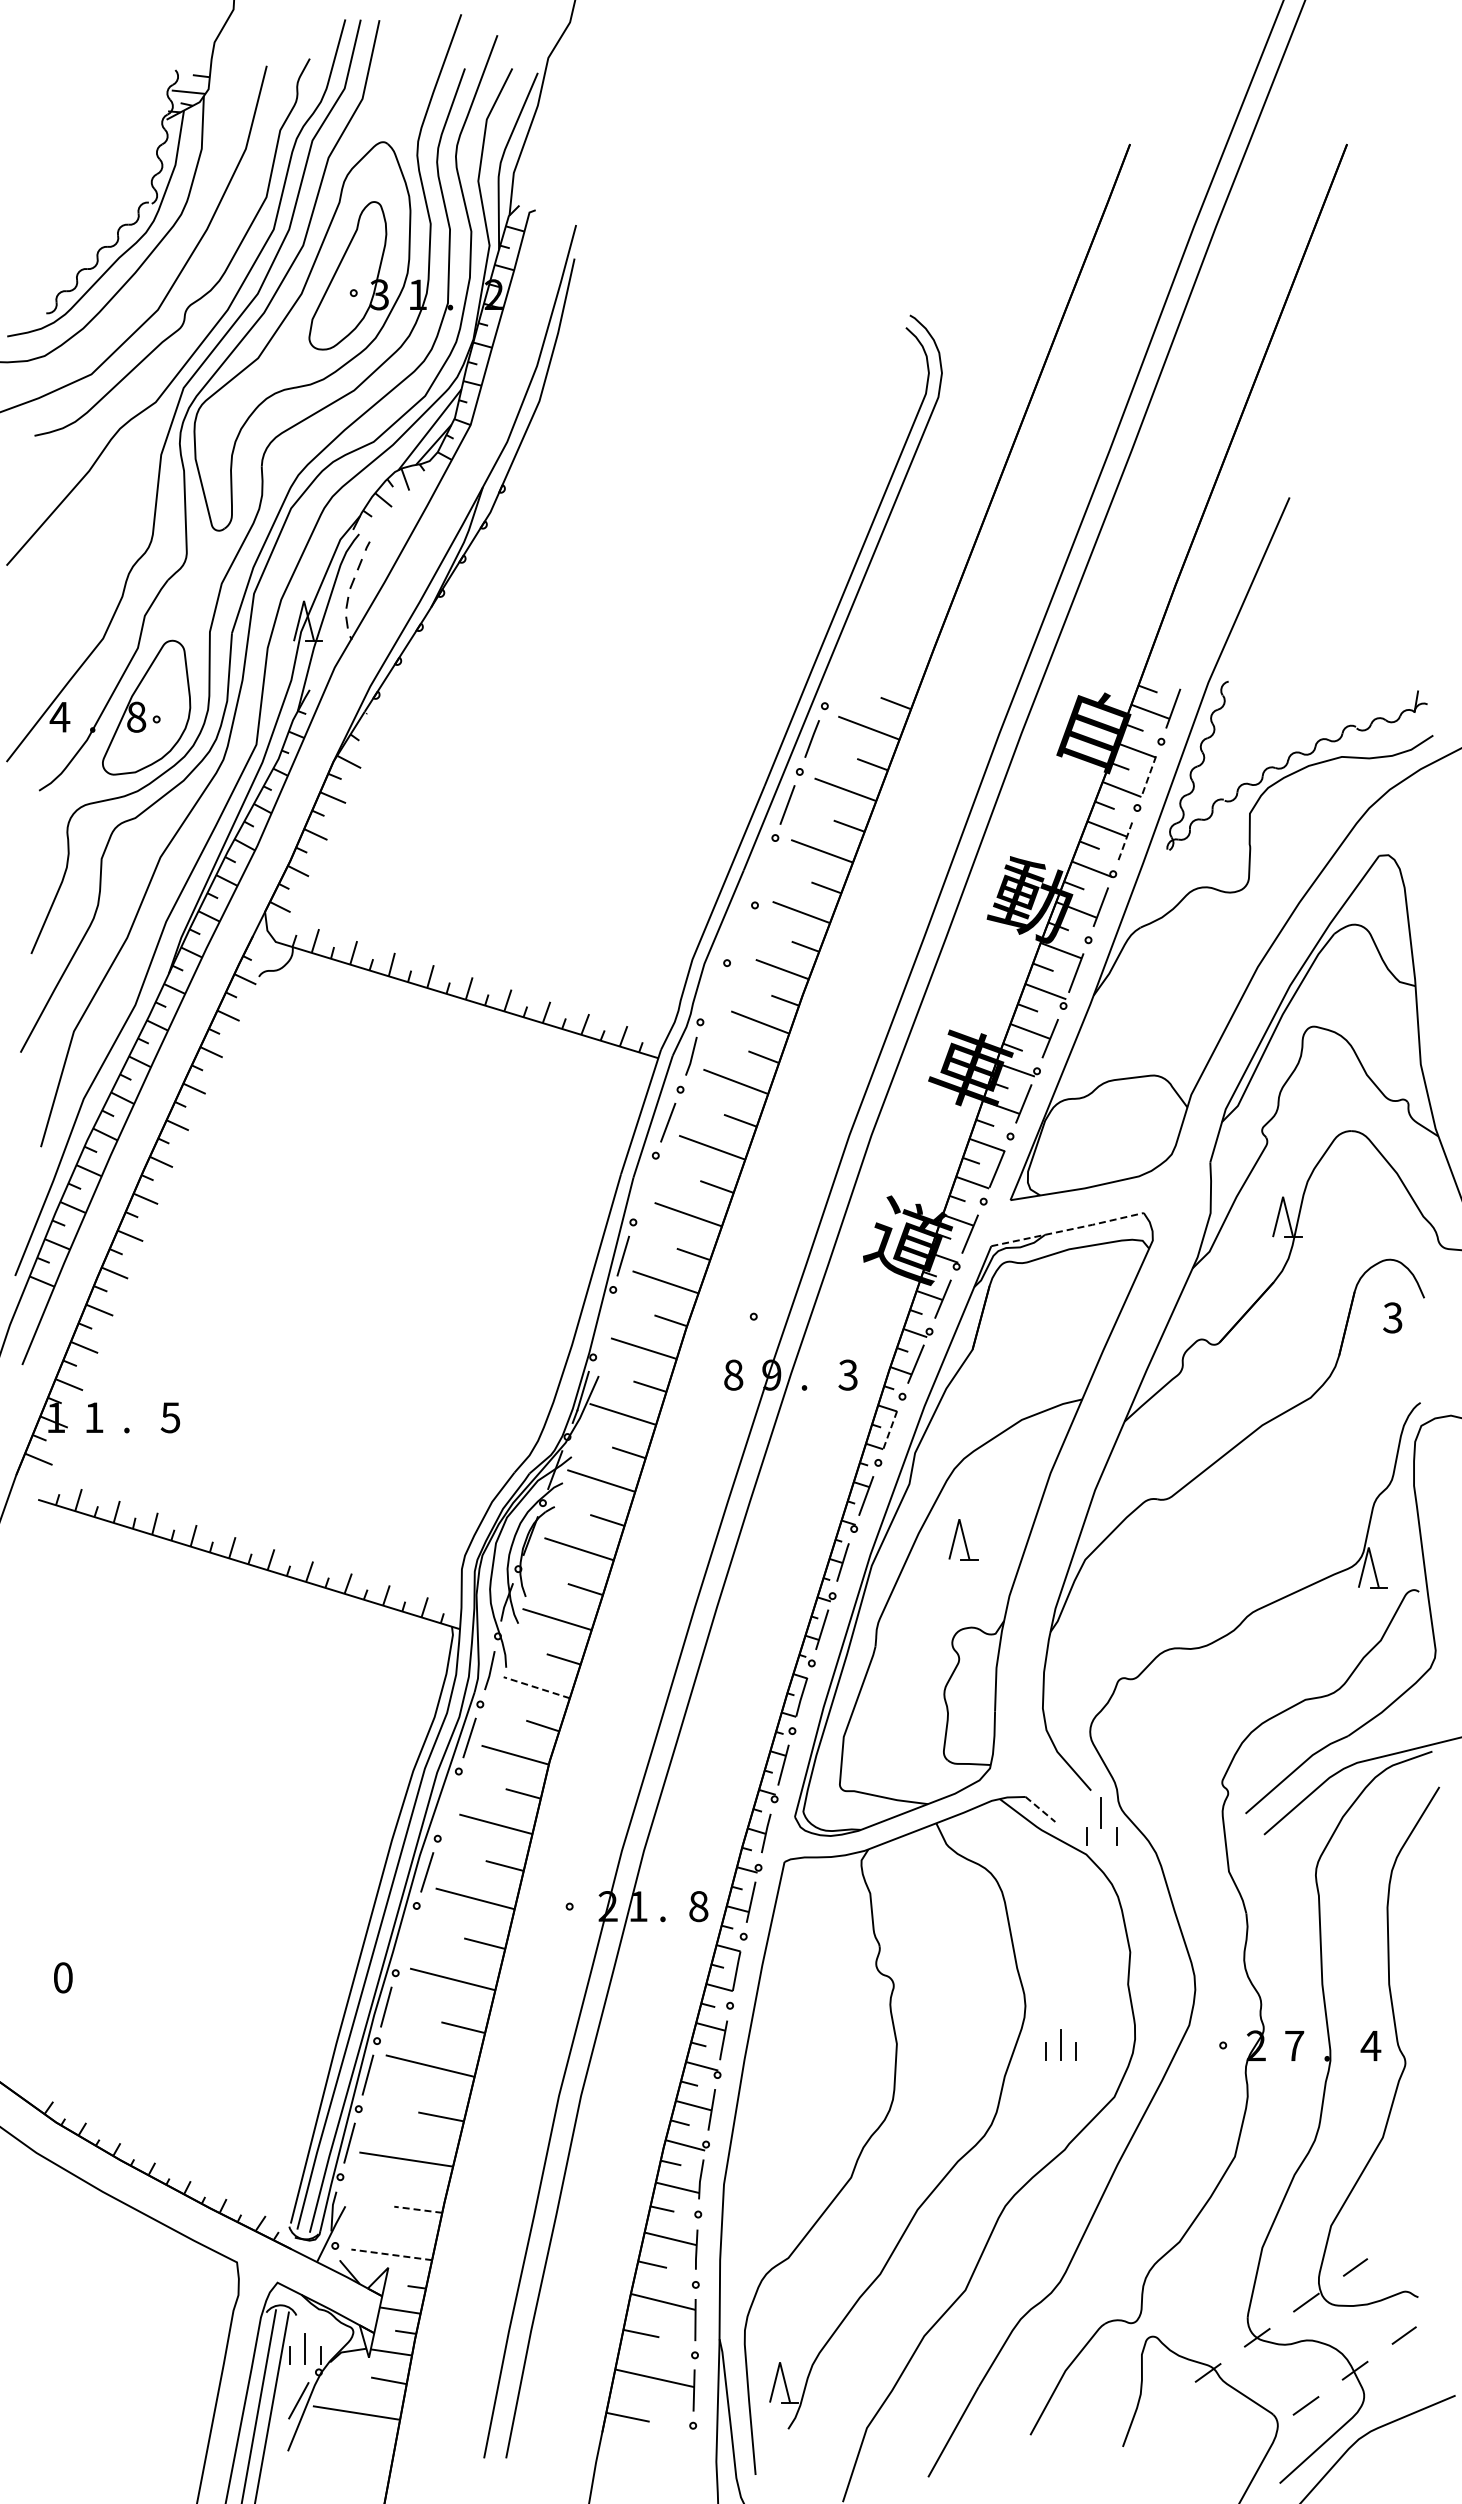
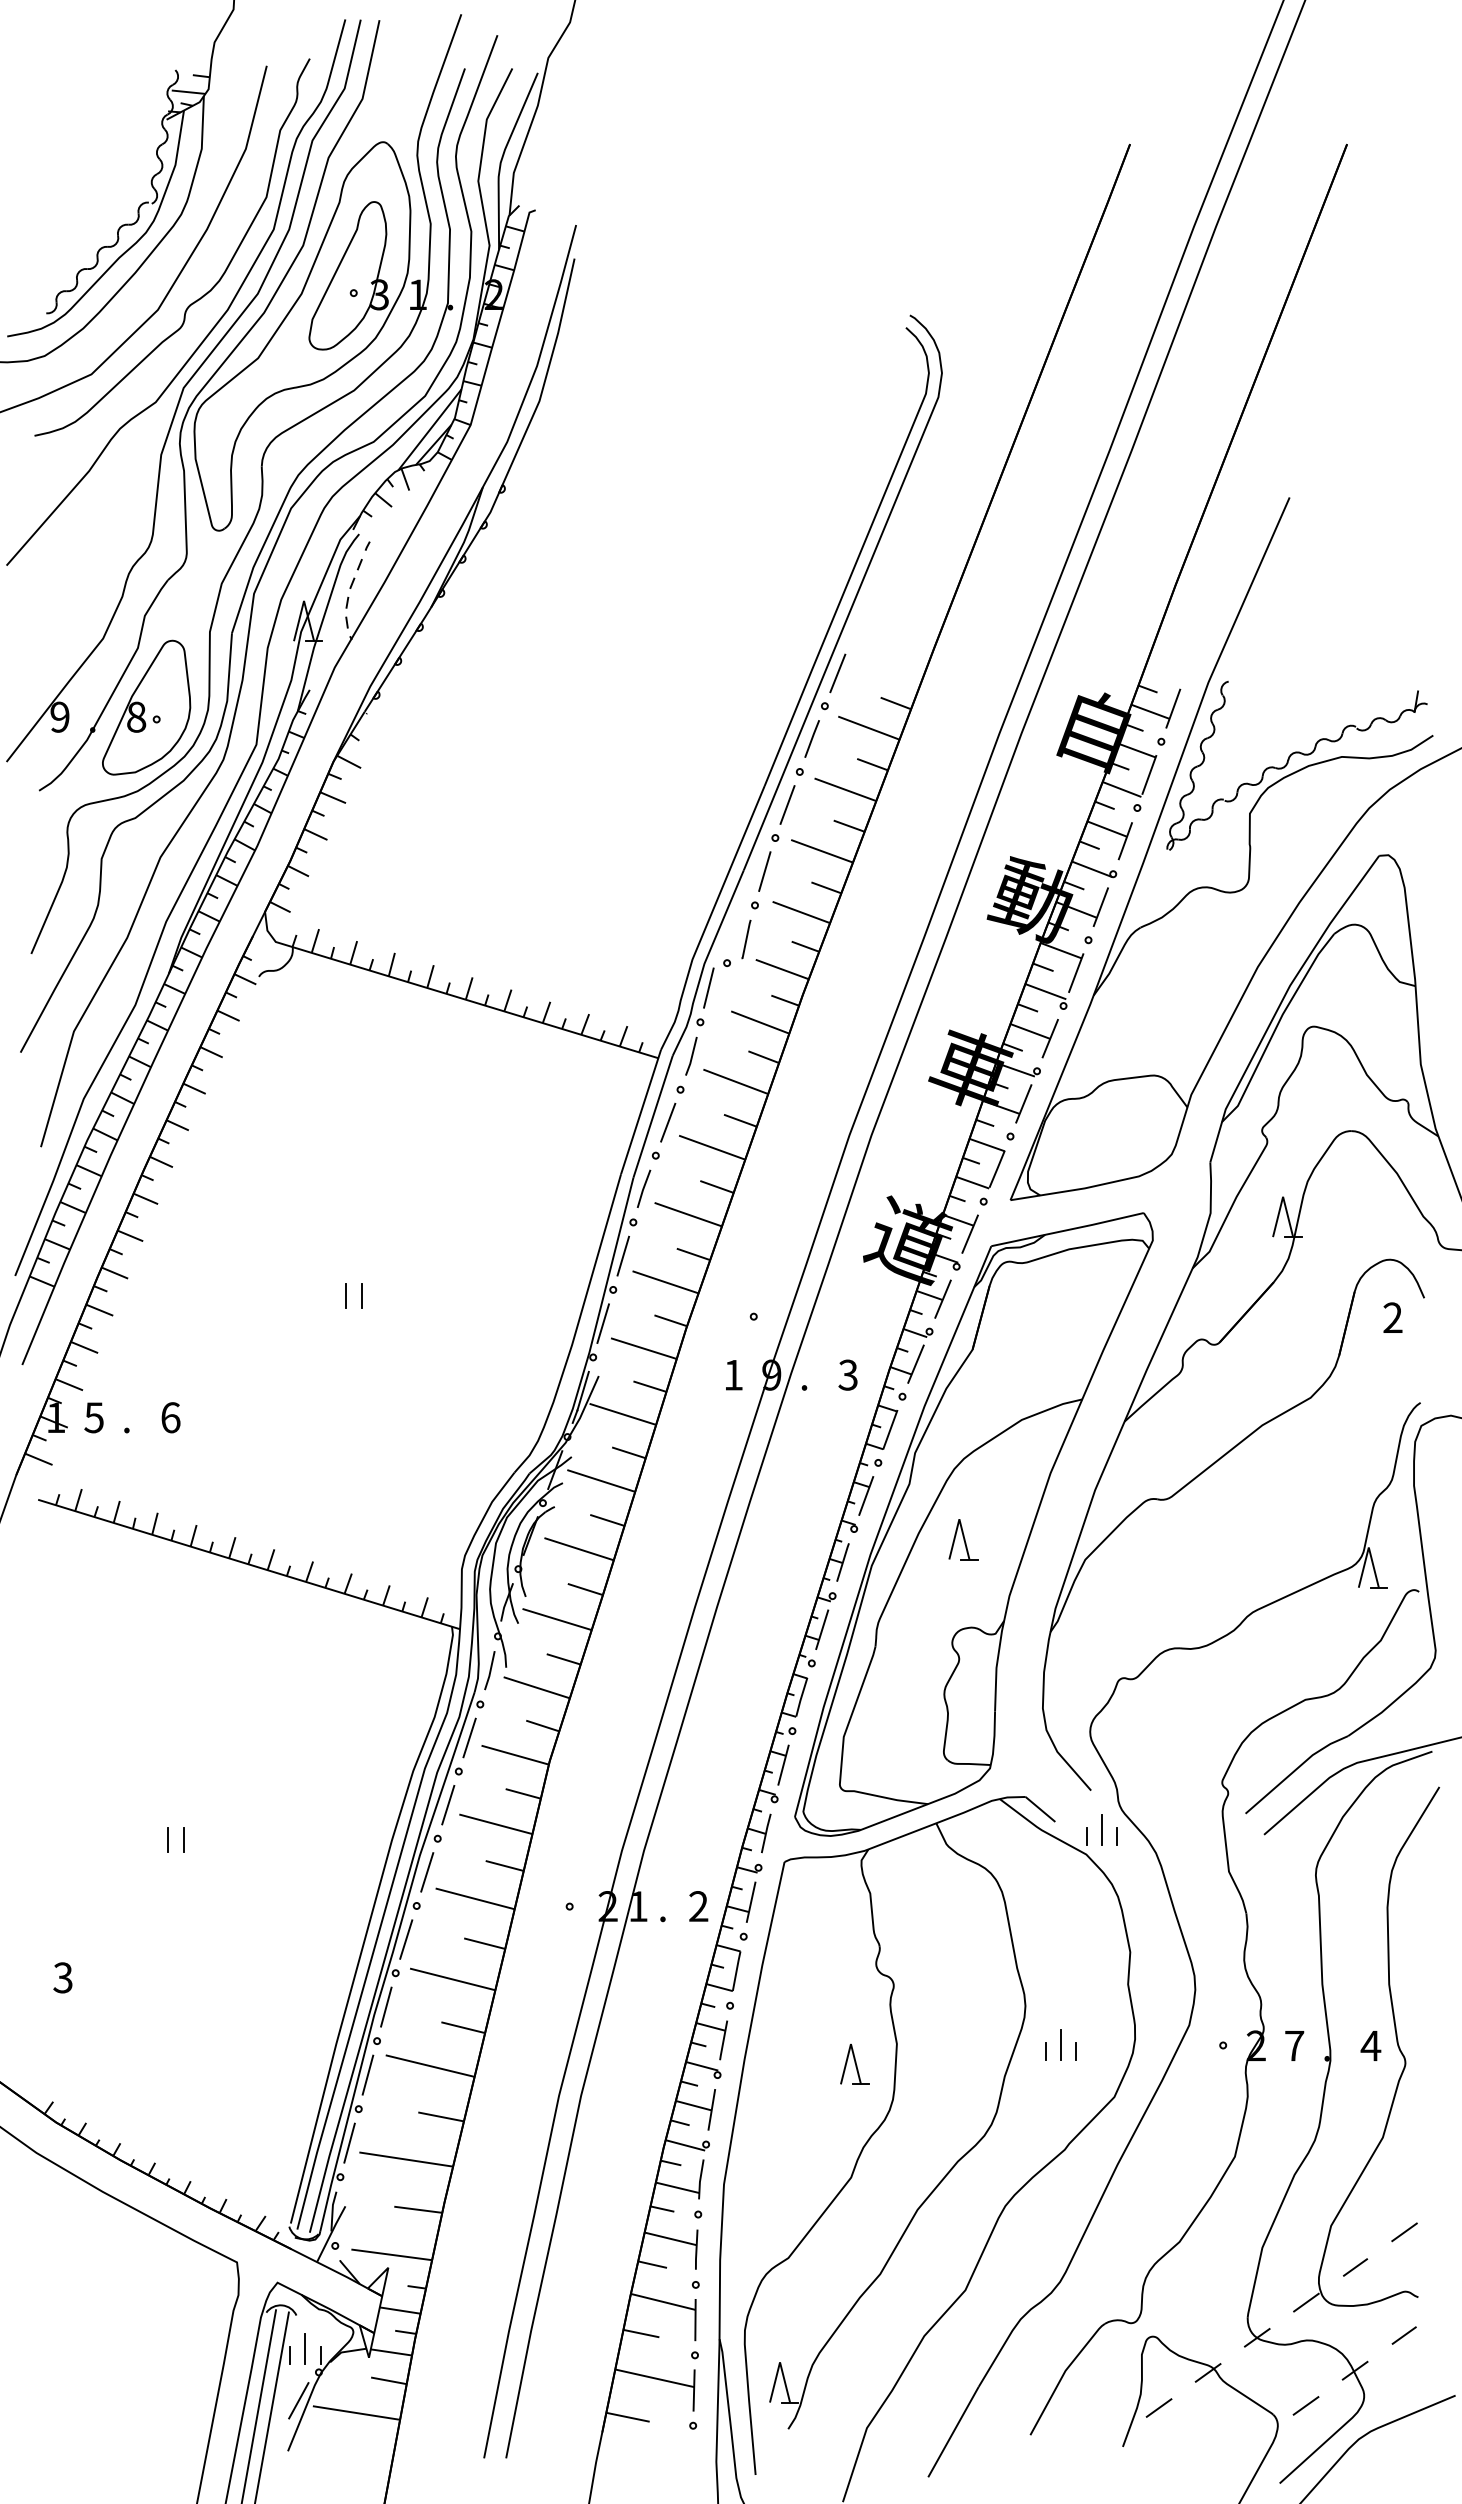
line at (837, 673): none -> present
text at (59, 716): 4 -> 9
line at (1149, 774): dashed -> solid
line at (1125, 841): dashed -> solid
line at (764, 871): none -> present
line at (746, 939): none -> present
line at (708, 987): none -> present
line at (643, 1188): none -> present
line at (1068, 1229): dashed -> solid
line at (345, 1295): none -> present
line at (362, 1295): none -> present
text at (1392, 1317): 3 -> 2
line at (602, 1323): none -> present
text at (733, 1374): 8 -> 1
text at (93, 1417): 1 -> 5
text at (170, 1417): 5 -> 6
line at (890, 1429): dashed -> solid
line at (536, 1687): dashed -> solid
line at (448, 1804): none -> present
line at (1040, 1809): dashed -> solid
line at (1100, 1812) position: (1100, 1812) -> (1101, 1829)
line at (168, 1839): none -> present
line at (184, 1839): none -> present
text at (698, 1906): 8 -> 2
line at (406, 1939): none -> present
text at (62, 1977): 0 -> 3
part at (854, 2064): none -> present
line at (417, 2209): dashed -> solid
line at (1404, 2232): none -> present
line at (391, 2254): dashed -> solid
line at (1158, 2407): none -> present
